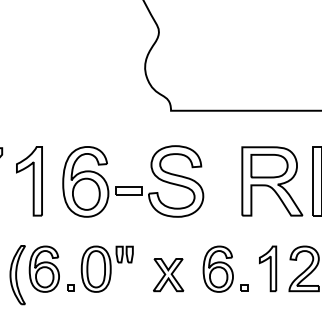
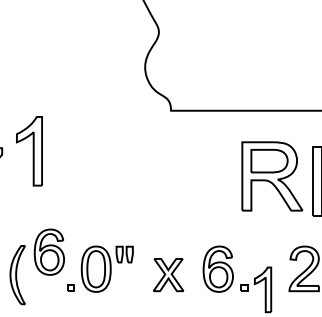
part at (29, 181) position: (29, 181) -> (29, 151)
part at (133, 181): present -> none
part at (272, 181) position: (272, 181) -> (272, 176)
part at (43, 268) position: (43, 268) -> (48, 251)
part at (268, 268) position: (268, 268) -> (263, 289)
